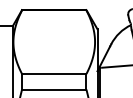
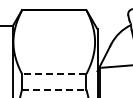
line at (53, 74): solid -> dashed
line at (54, 89): solid -> dashed
